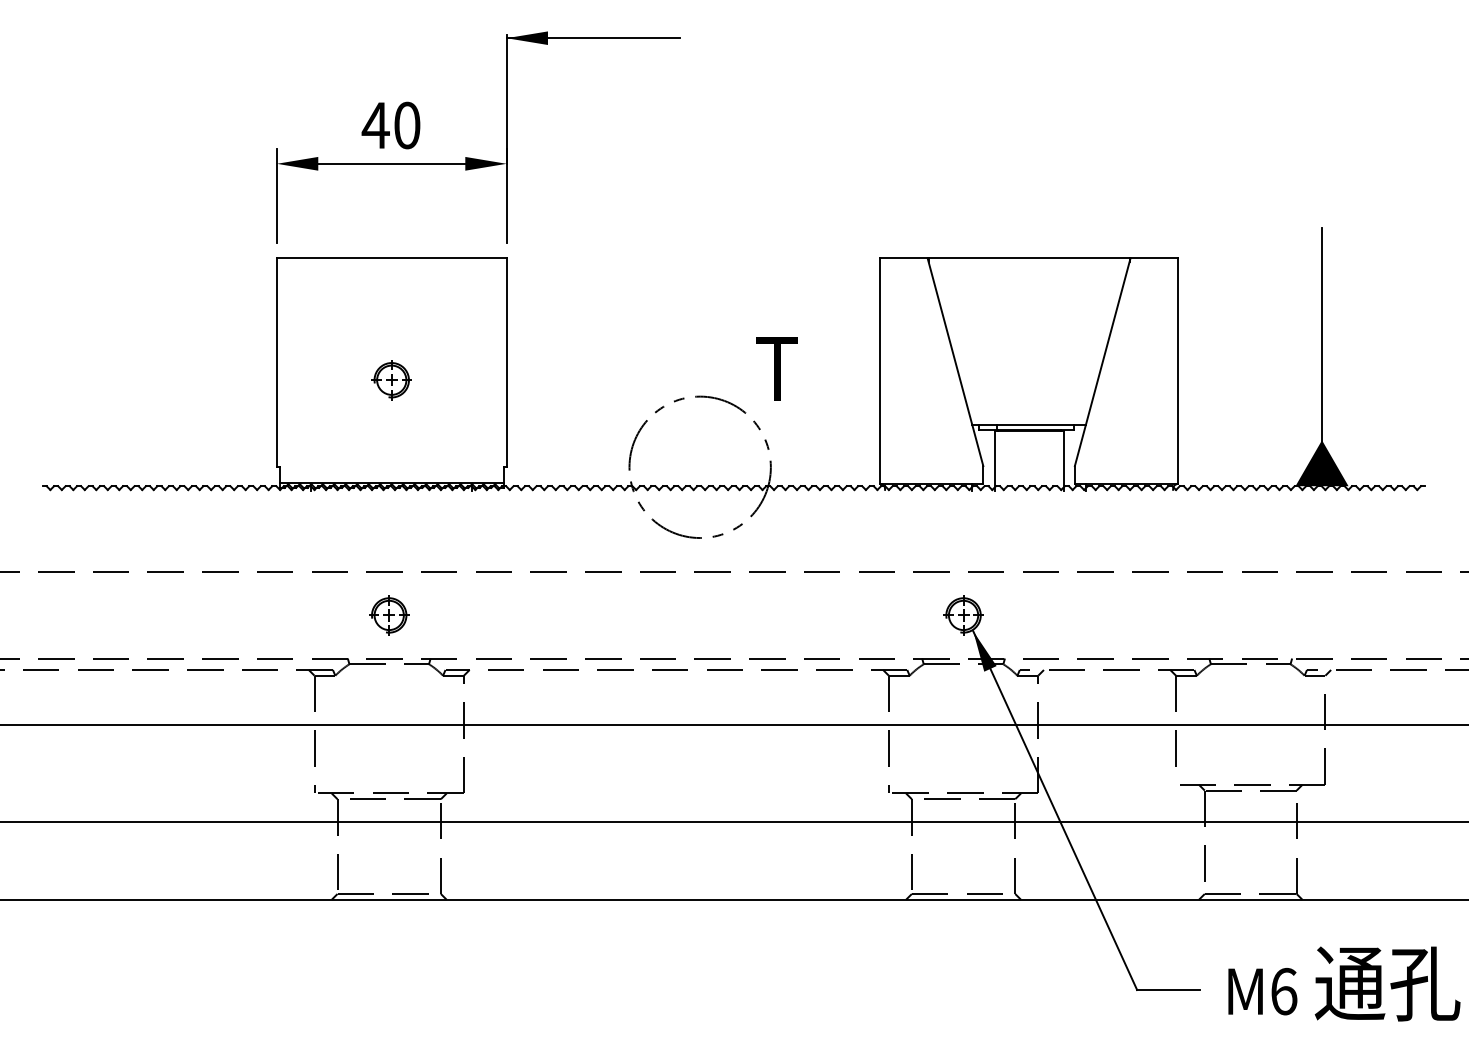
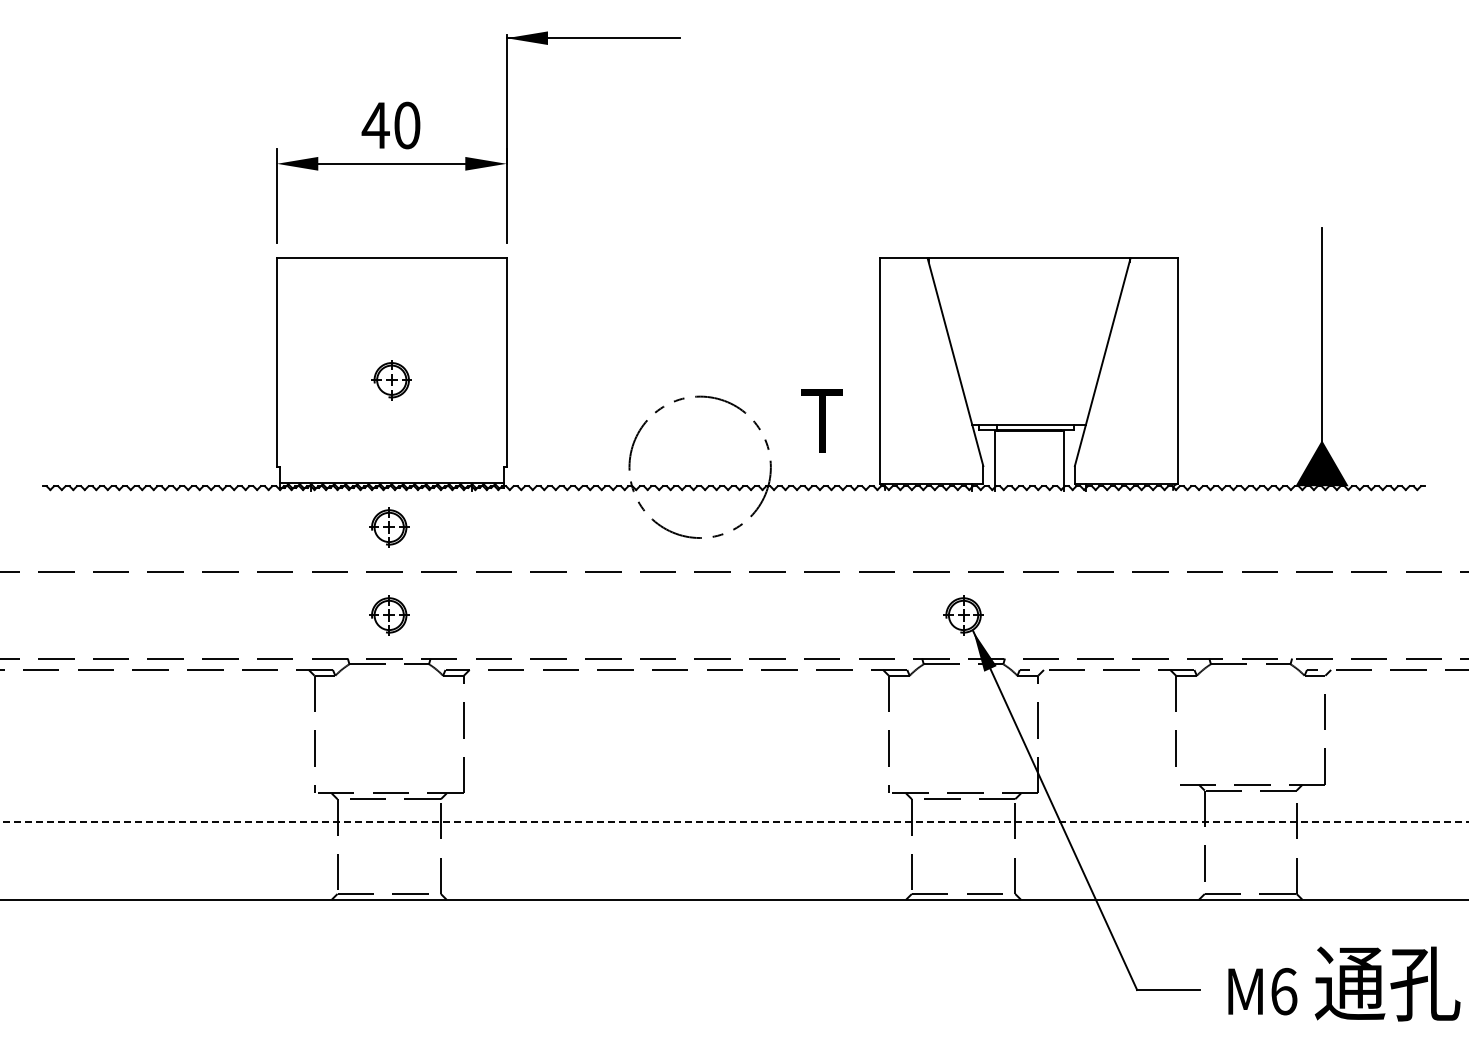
text at (776, 368) position: (776, 368) -> (821, 420)
part at (389, 527): none -> present
line at (733, 724): present -> none
line at (734, 822): solid -> dashed
